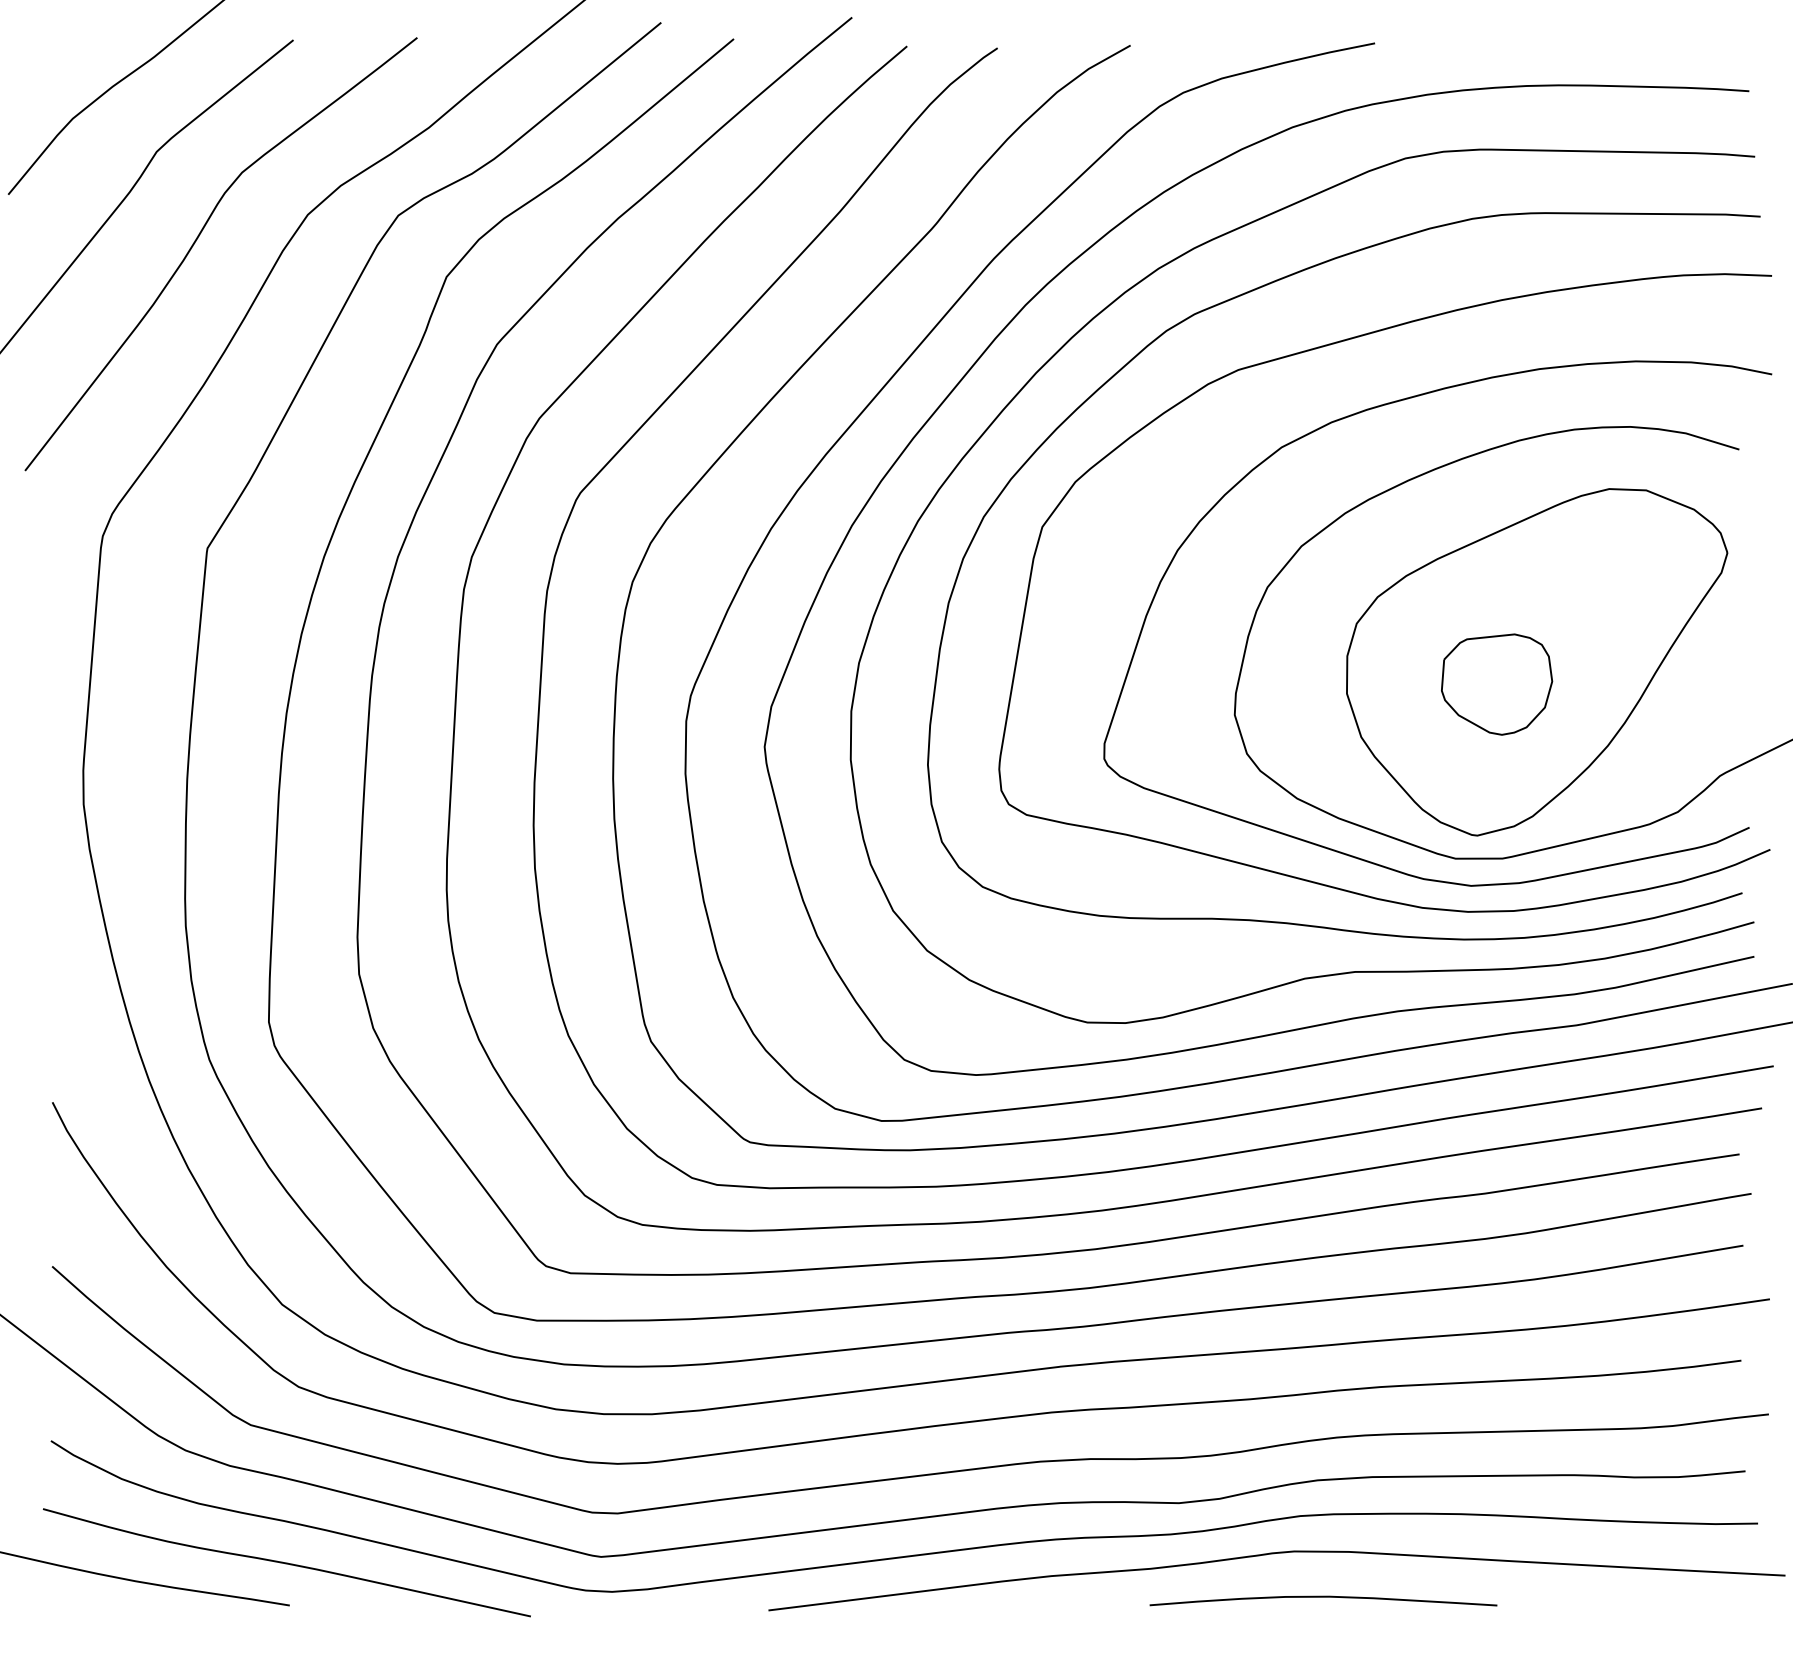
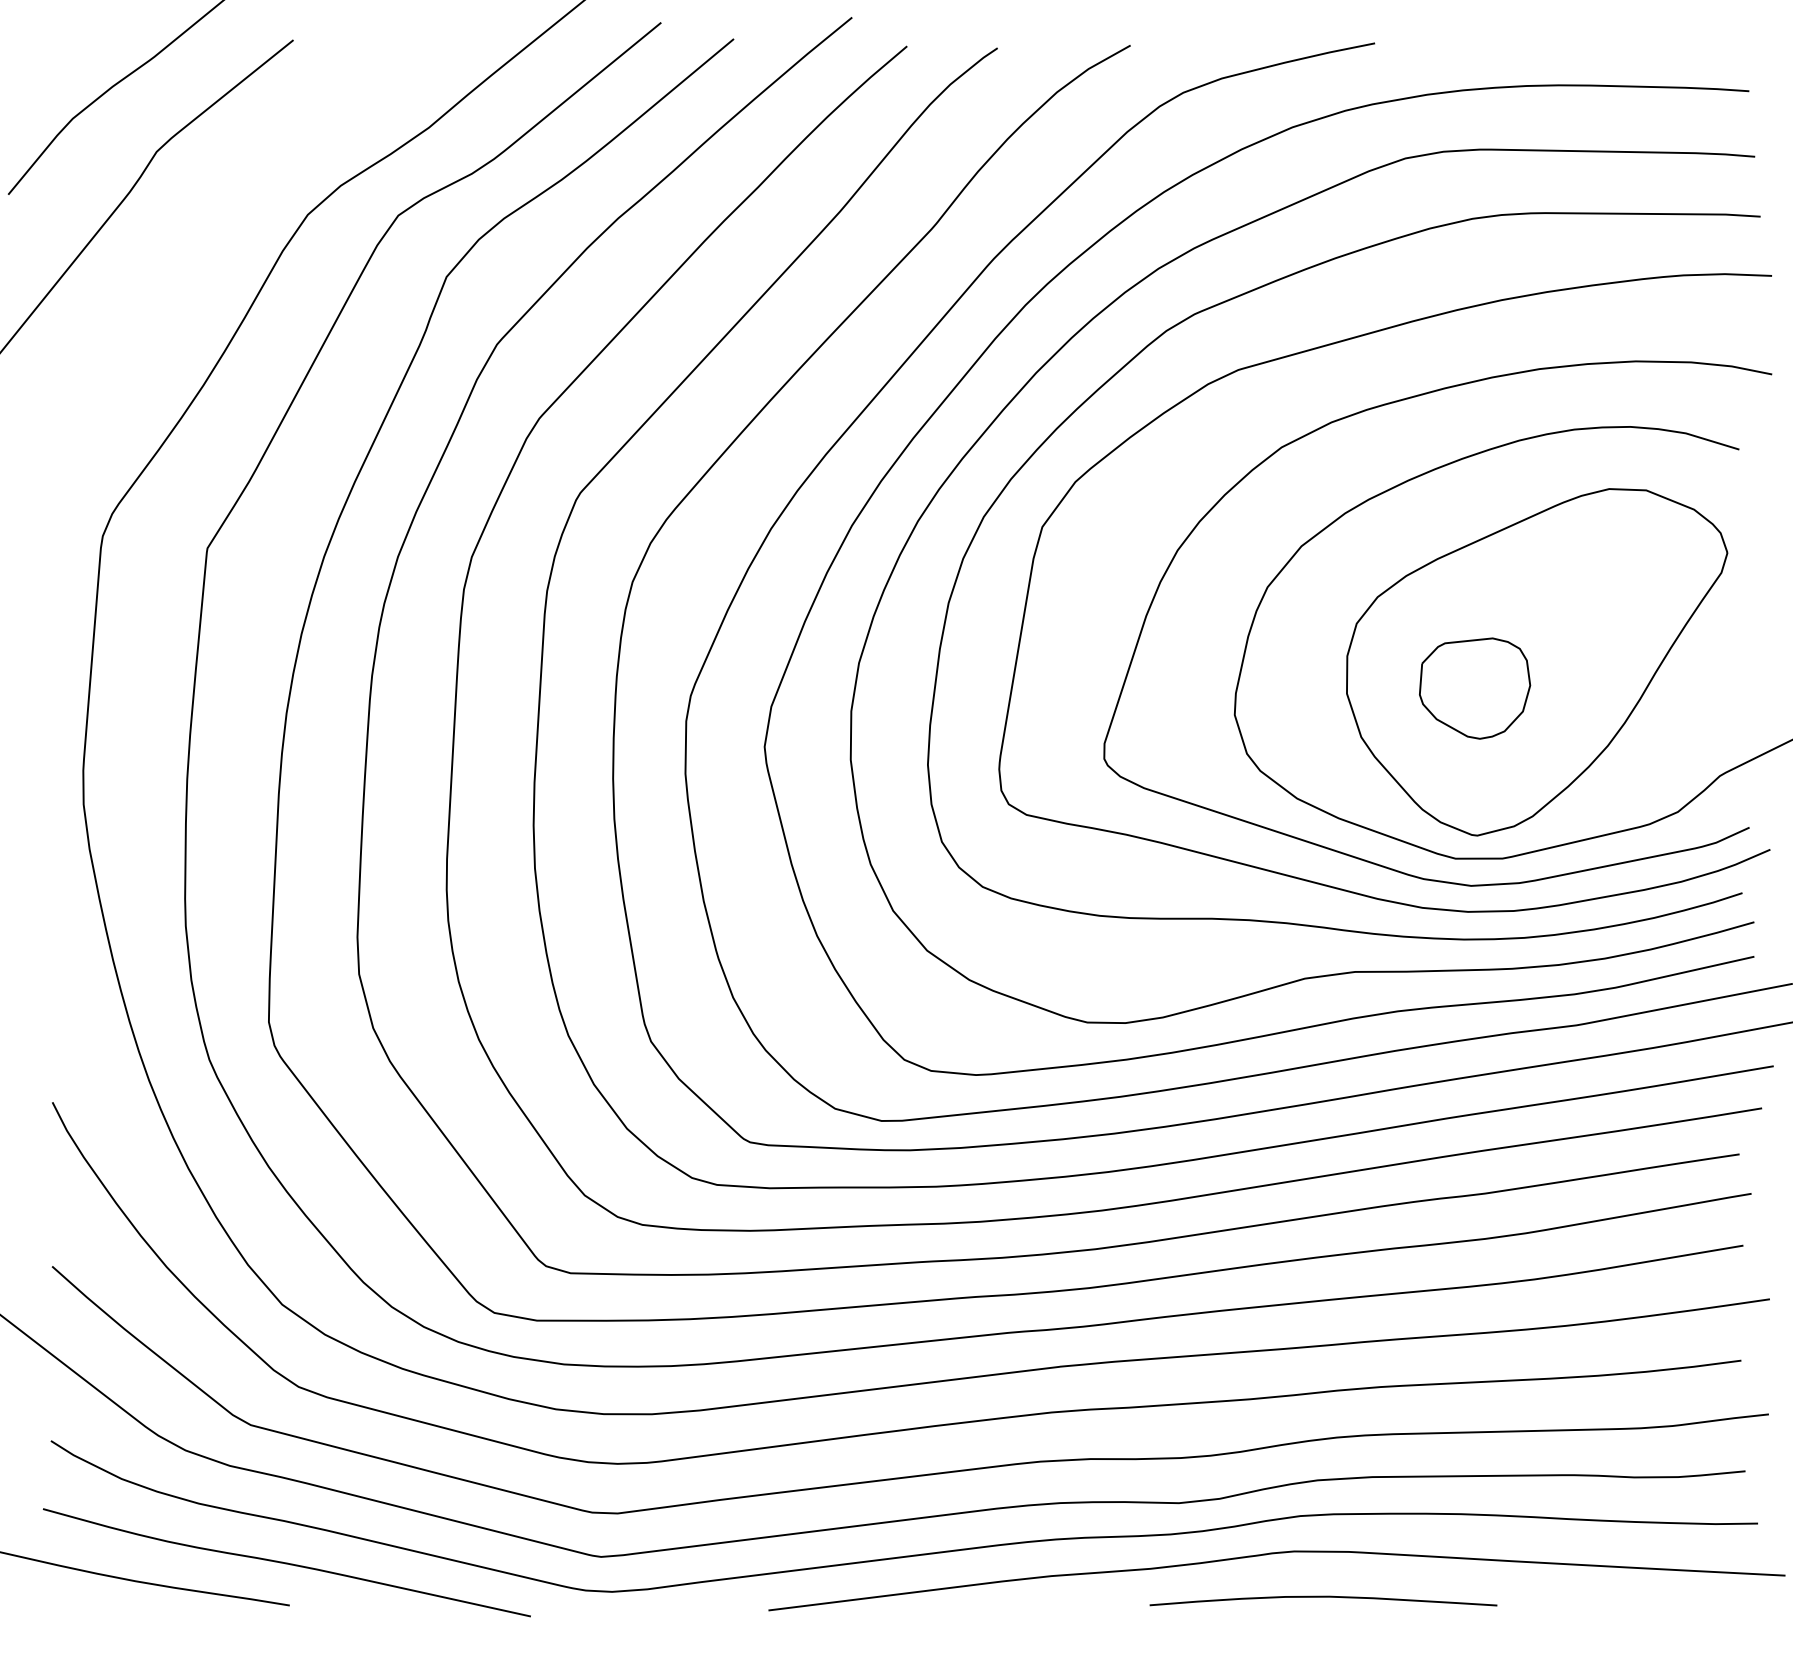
curve at (198, 238): present -> none
part at (1497, 684) position: (1497, 684) -> (1475, 688)
